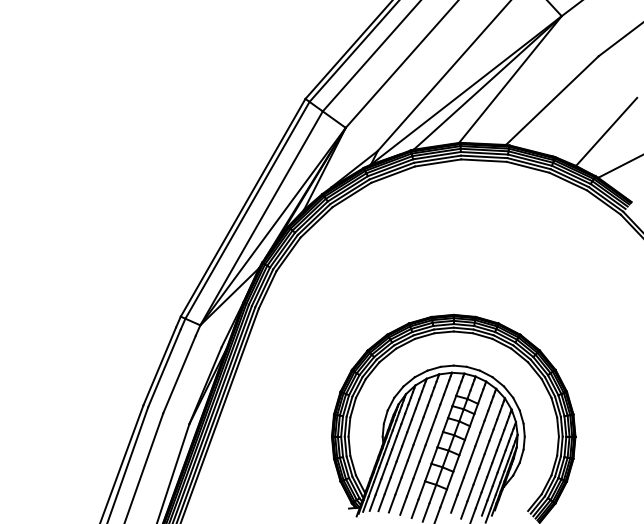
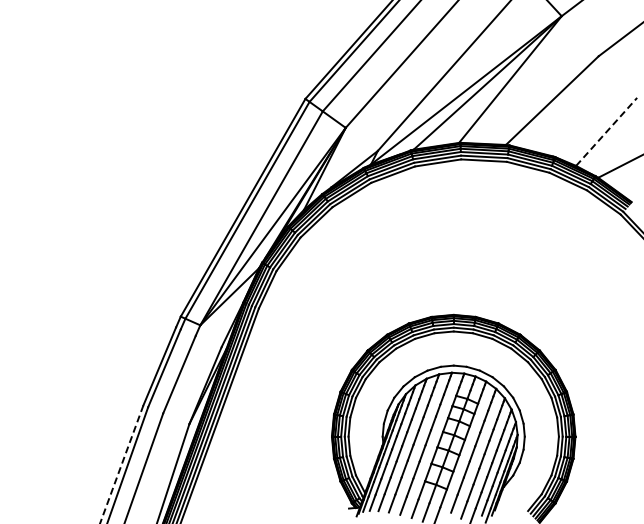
line at (606, 131): solid -> dashed
line at (121, 464): solid -> dashed
